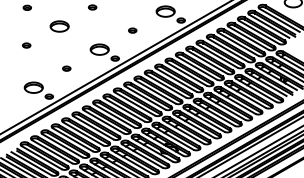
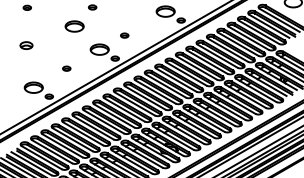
part at (59, 26) position: (59, 26) -> (74, 26)
part at (132, 30) position: (132, 30) -> (124, 35)
part at (26, 45) size: 10x7 px -> 15x9 px
